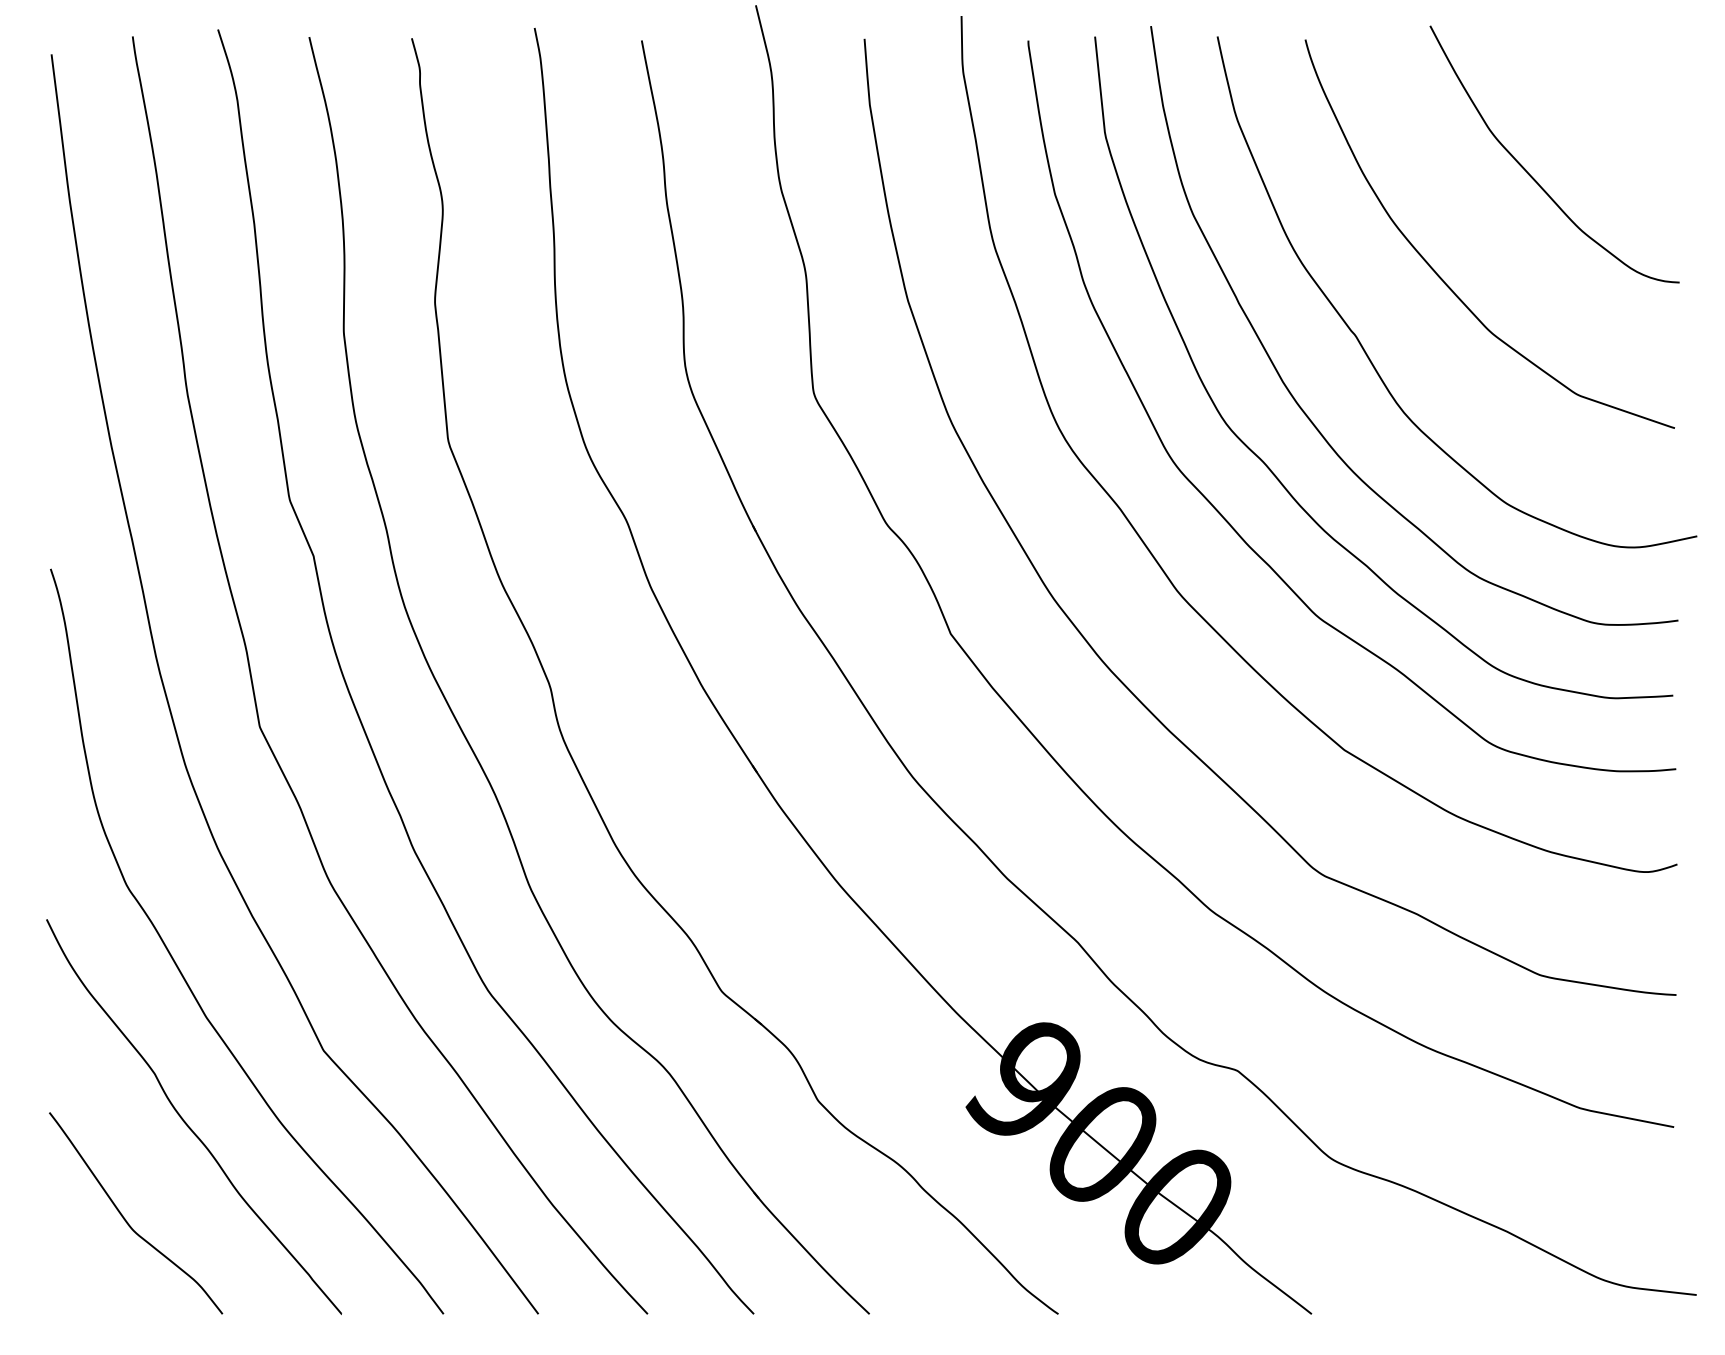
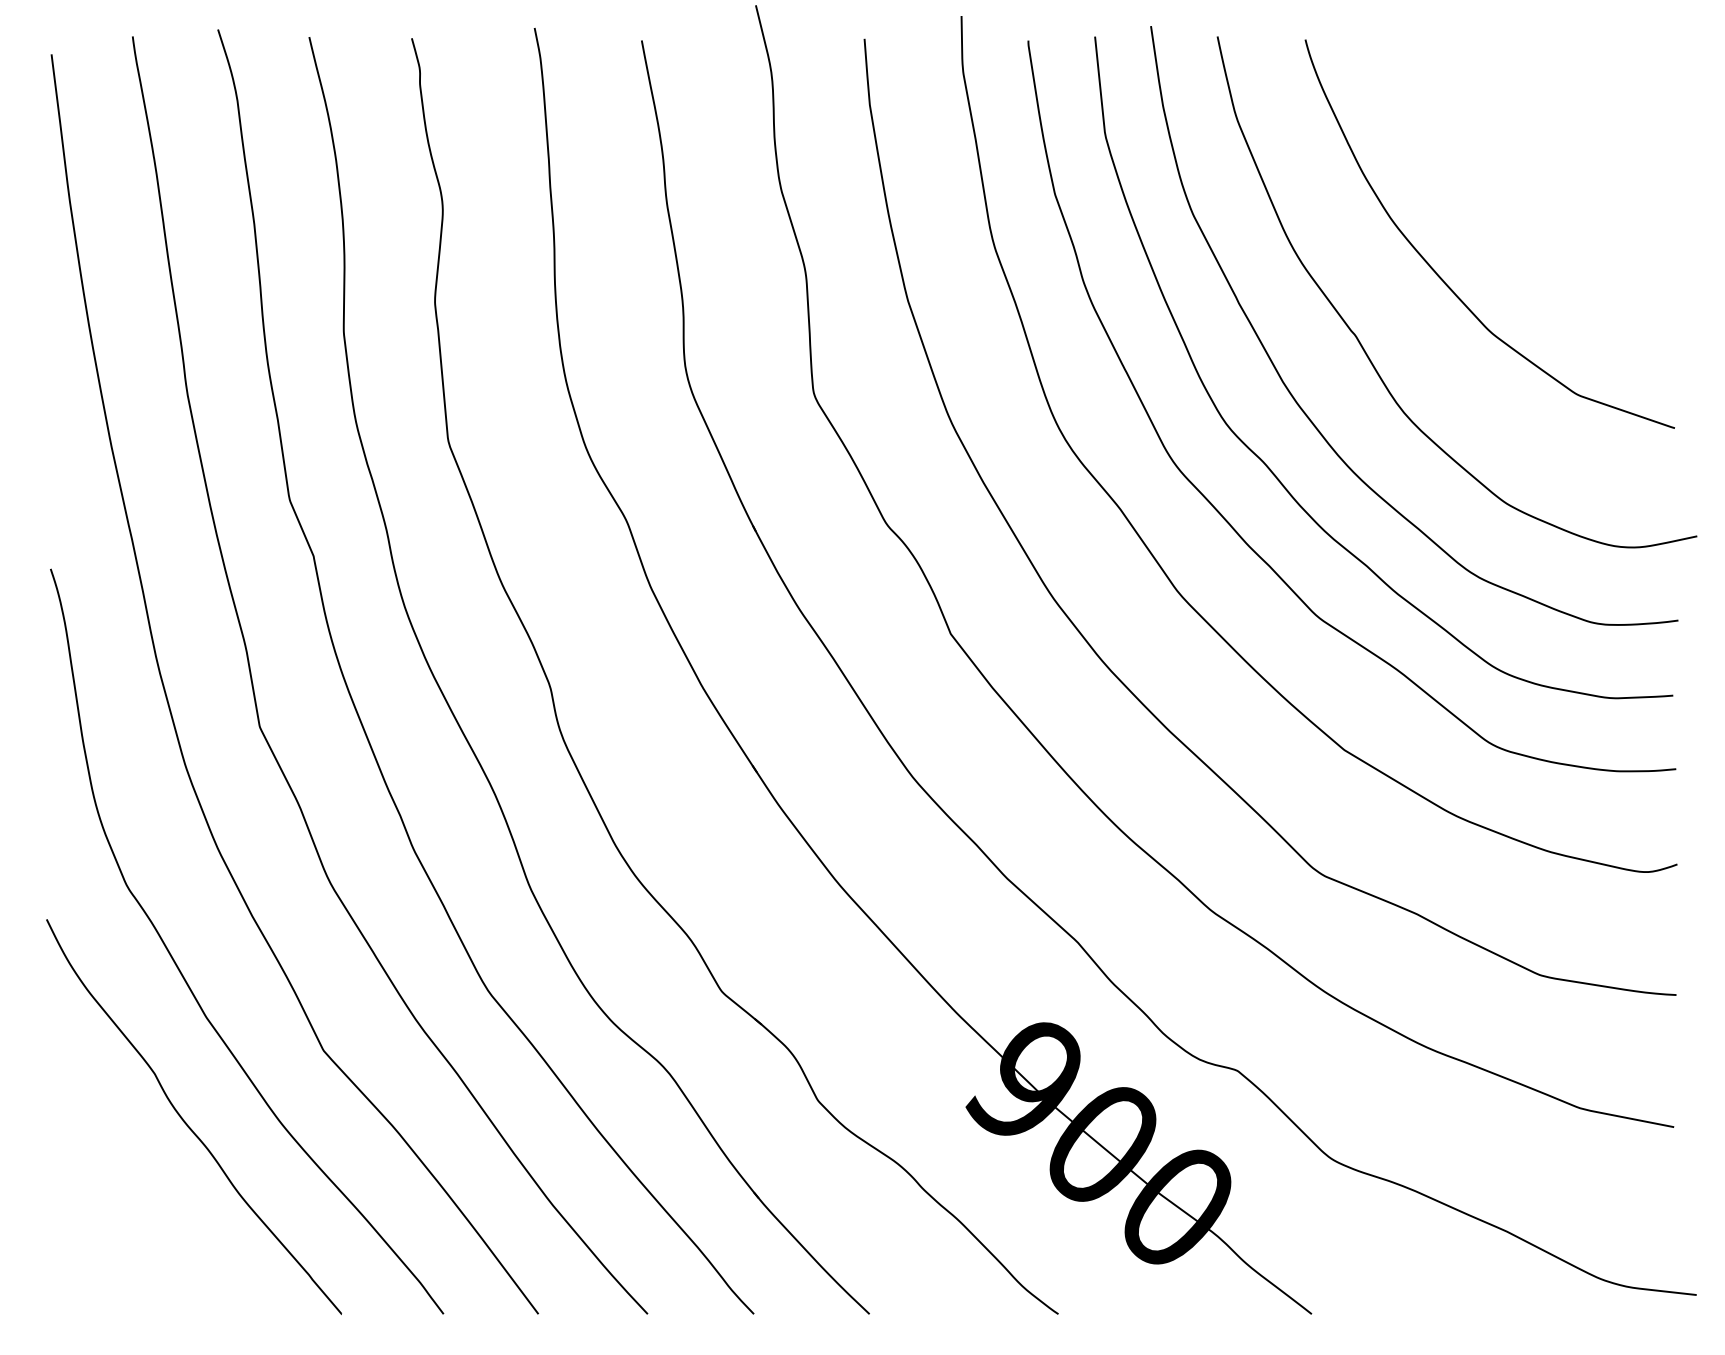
curve at (1532, 176): present -> none
curve at (127, 1221): present -> none
